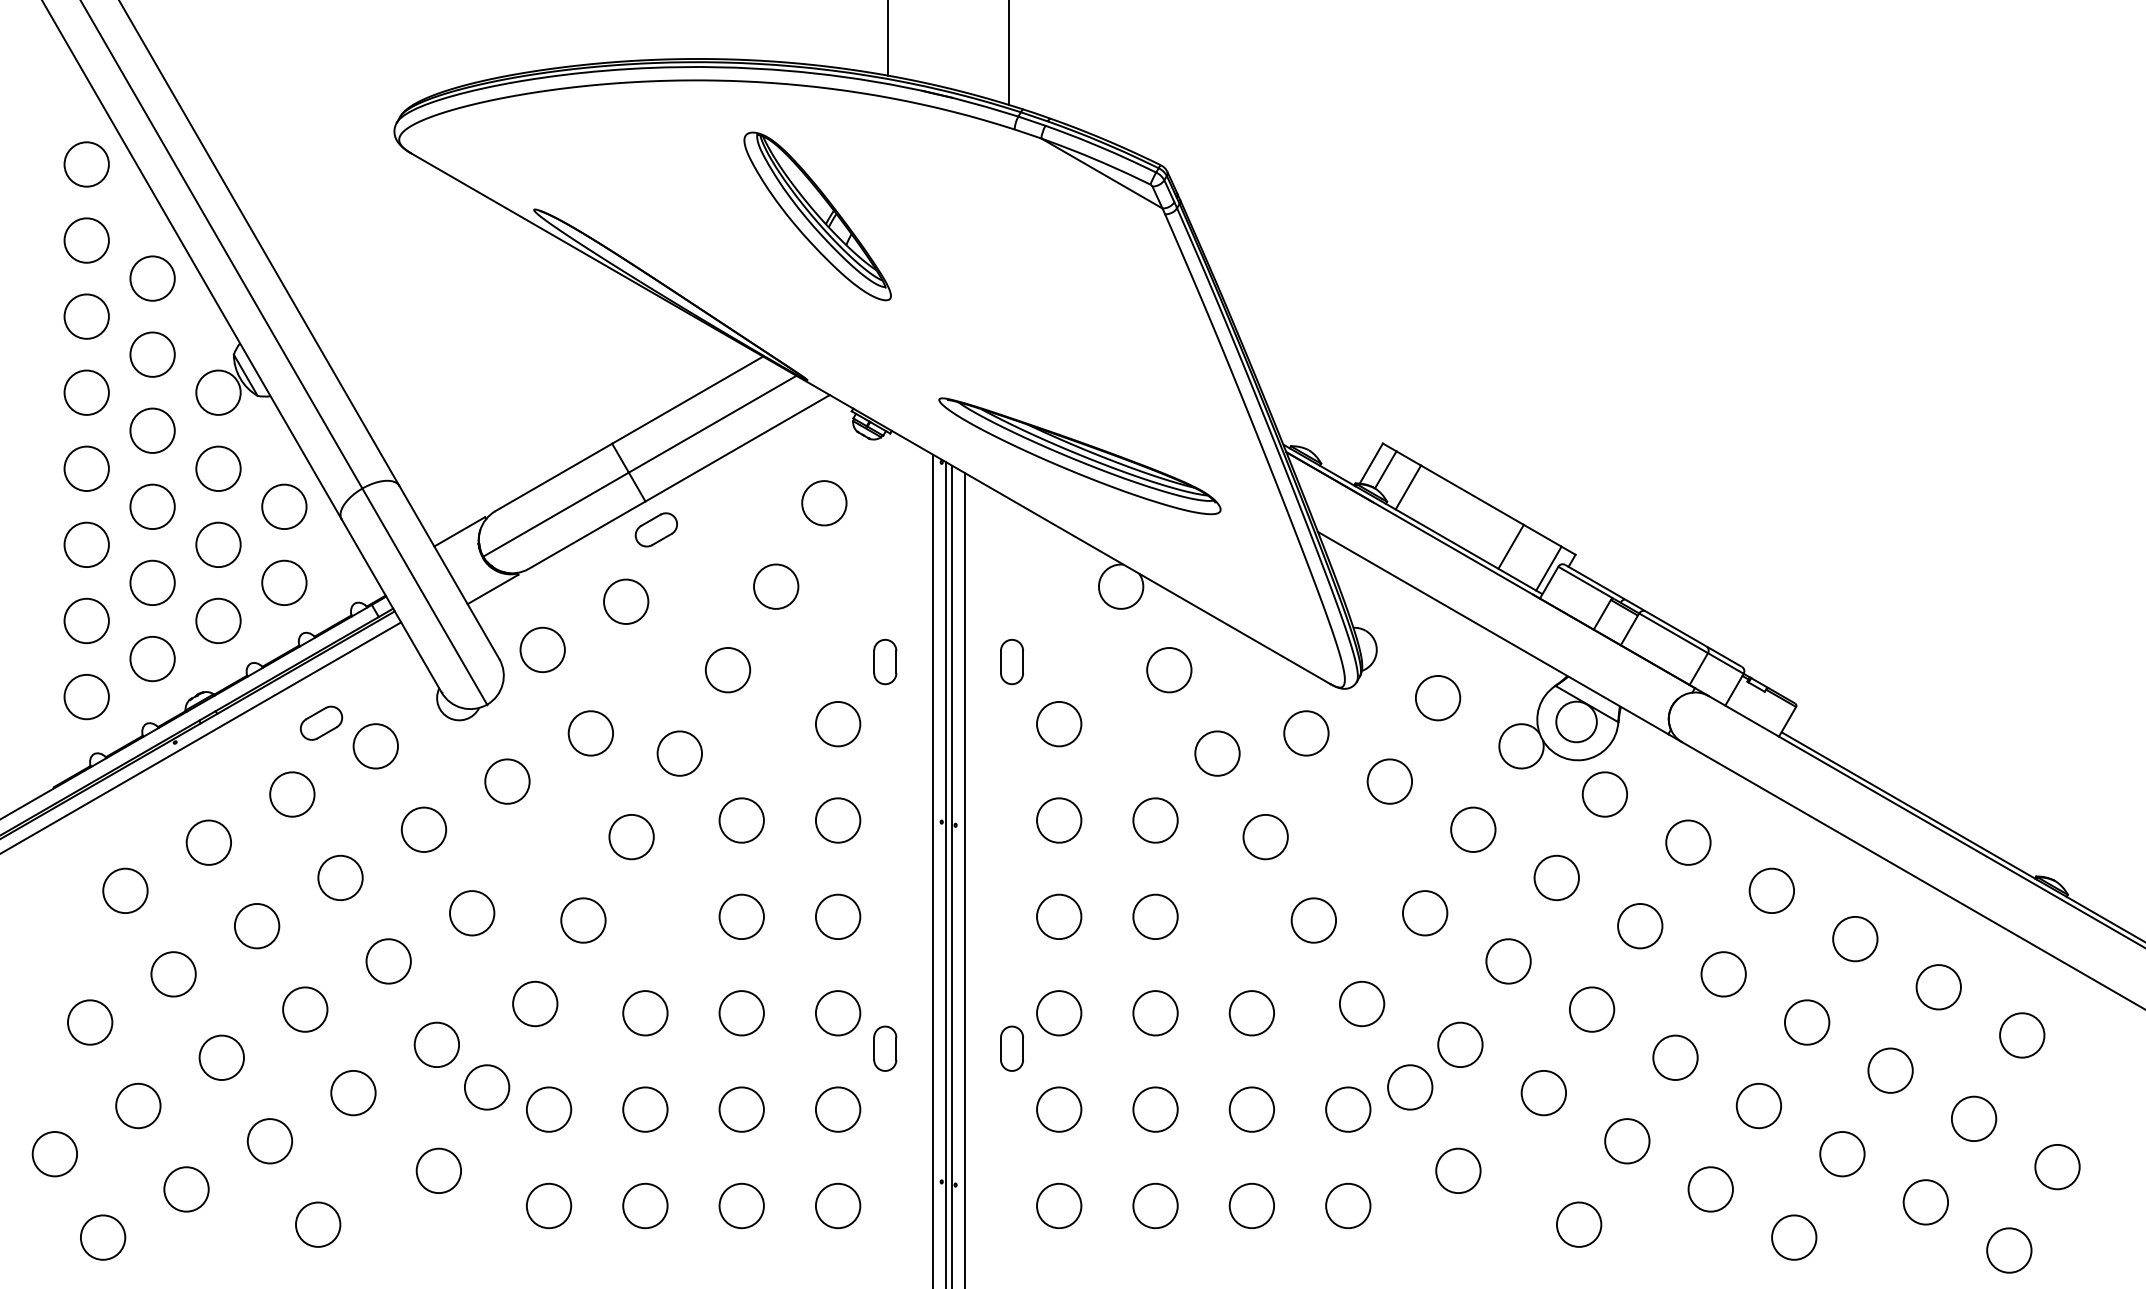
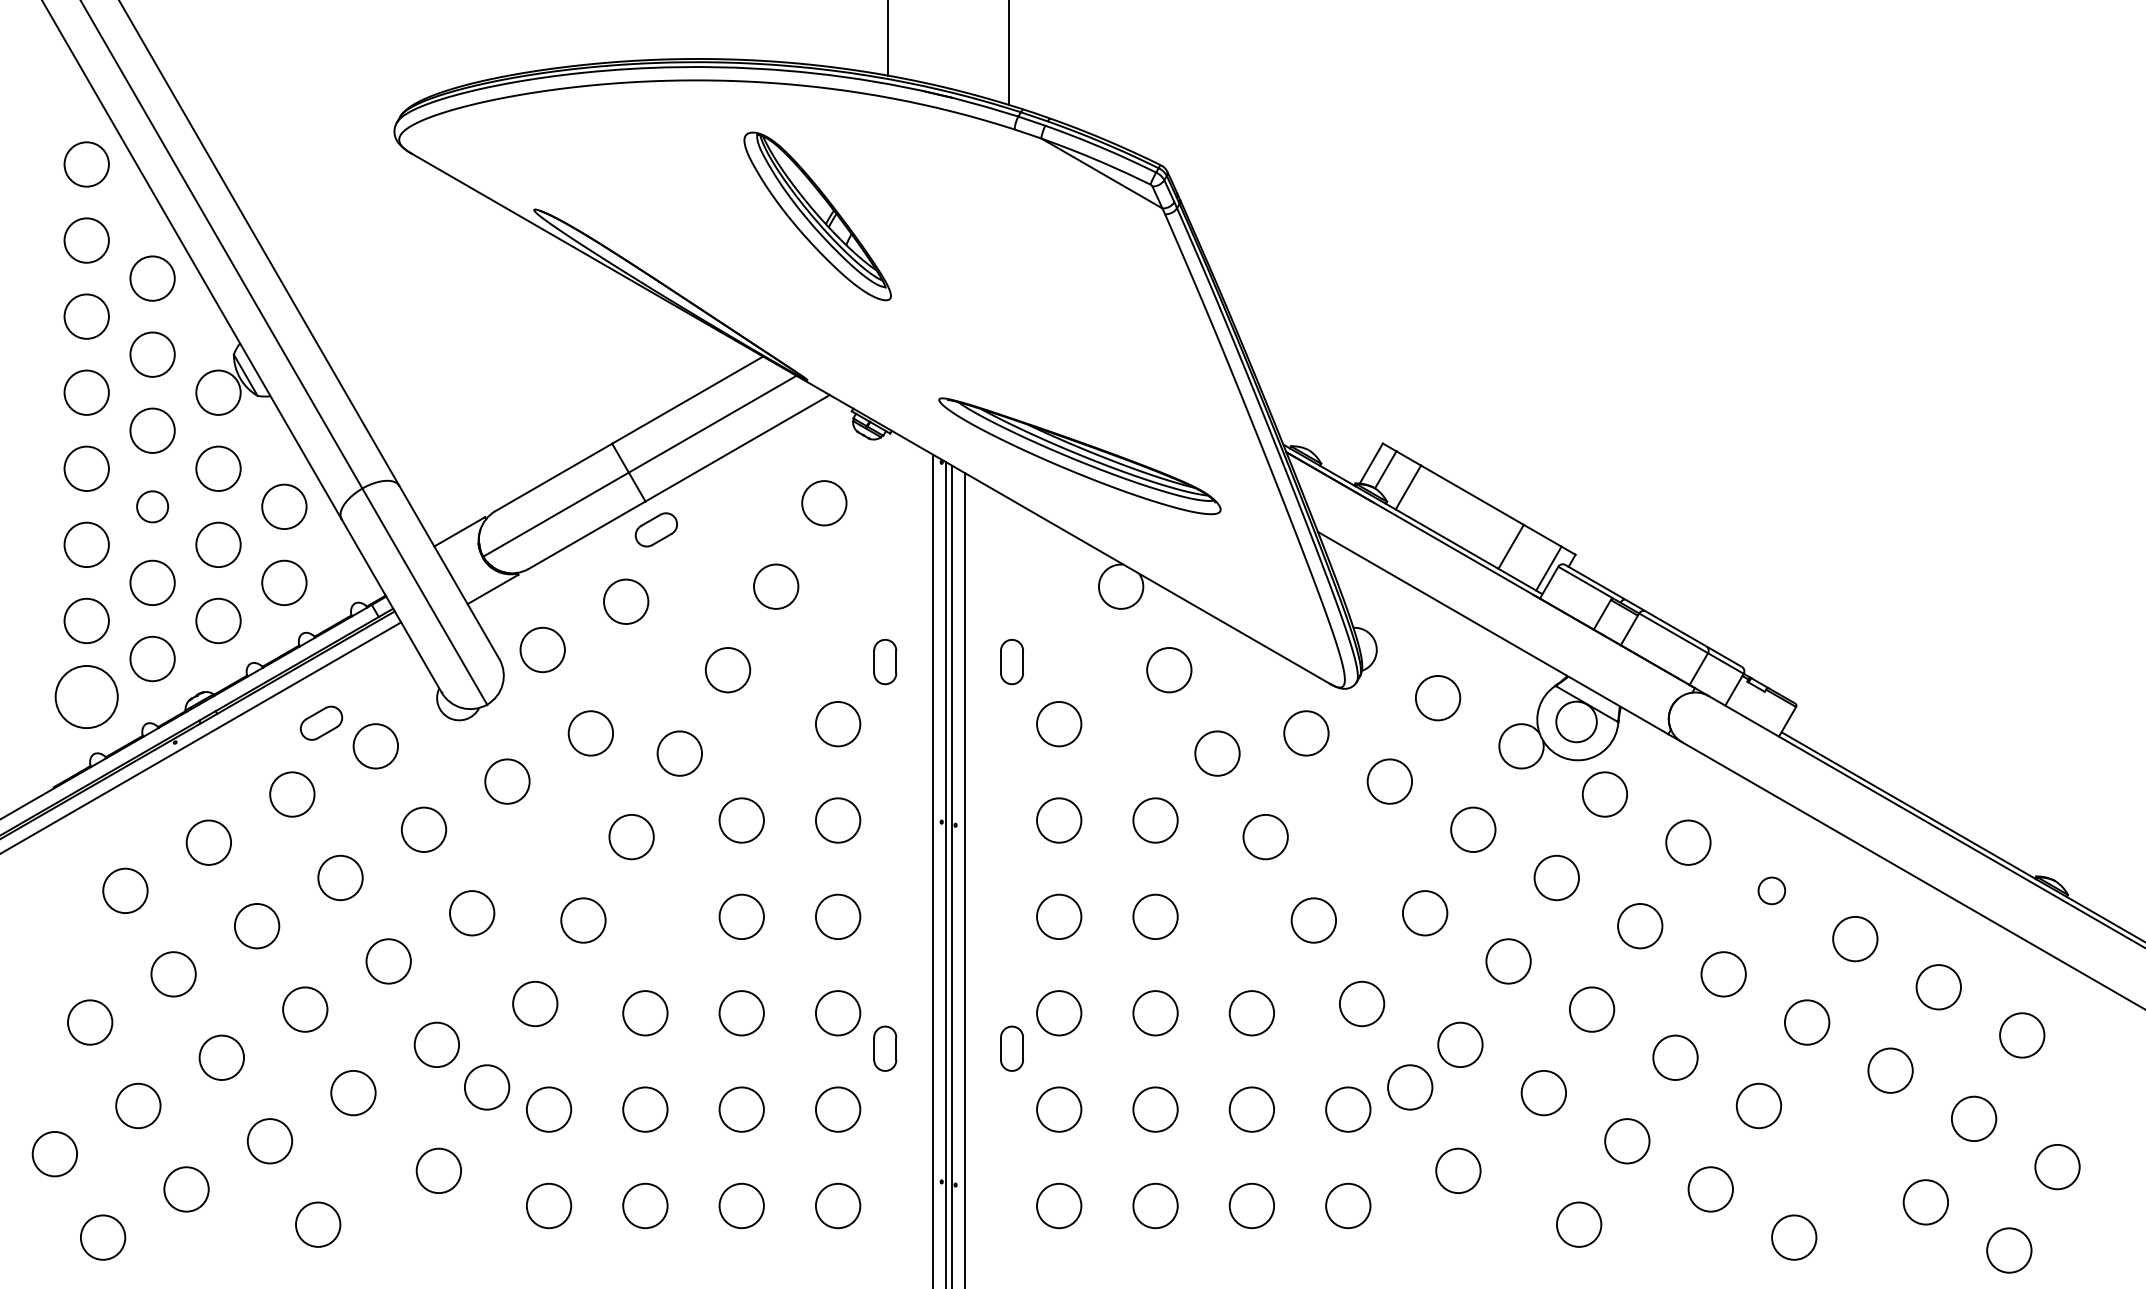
circle at (152, 506) diameter: 44 px -> 31 px
circle at (86, 696) diameter: 44 px -> 62 px
circle at (1771, 890) diameter: 44 px -> 27 px
circle at (1842, 1154): present -> none
